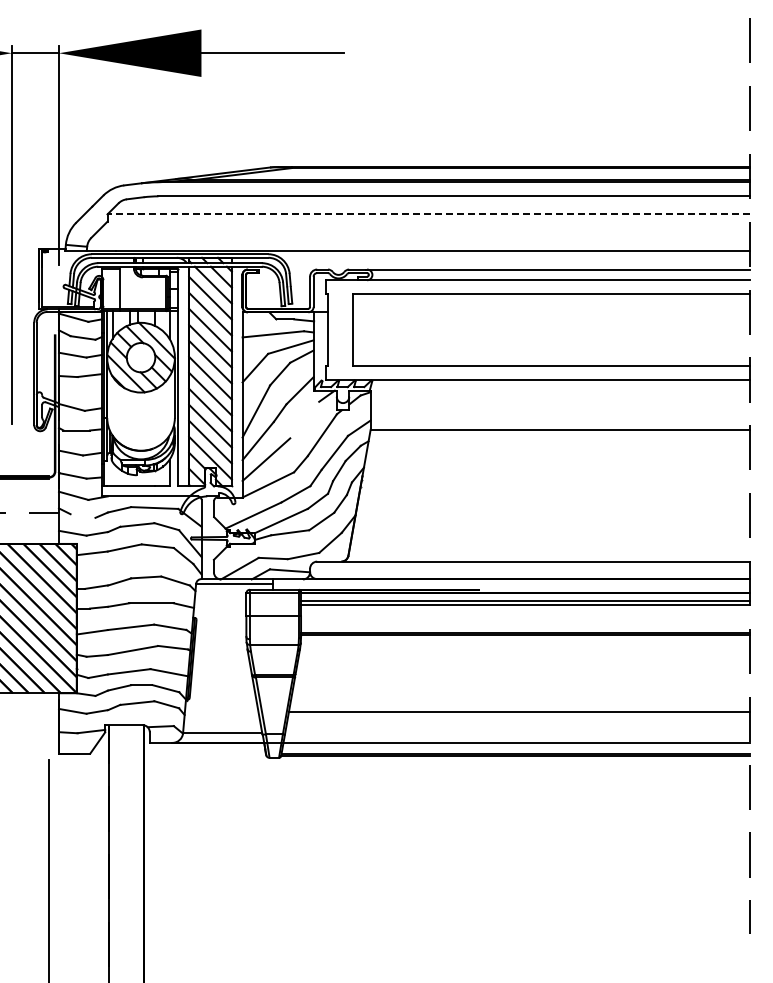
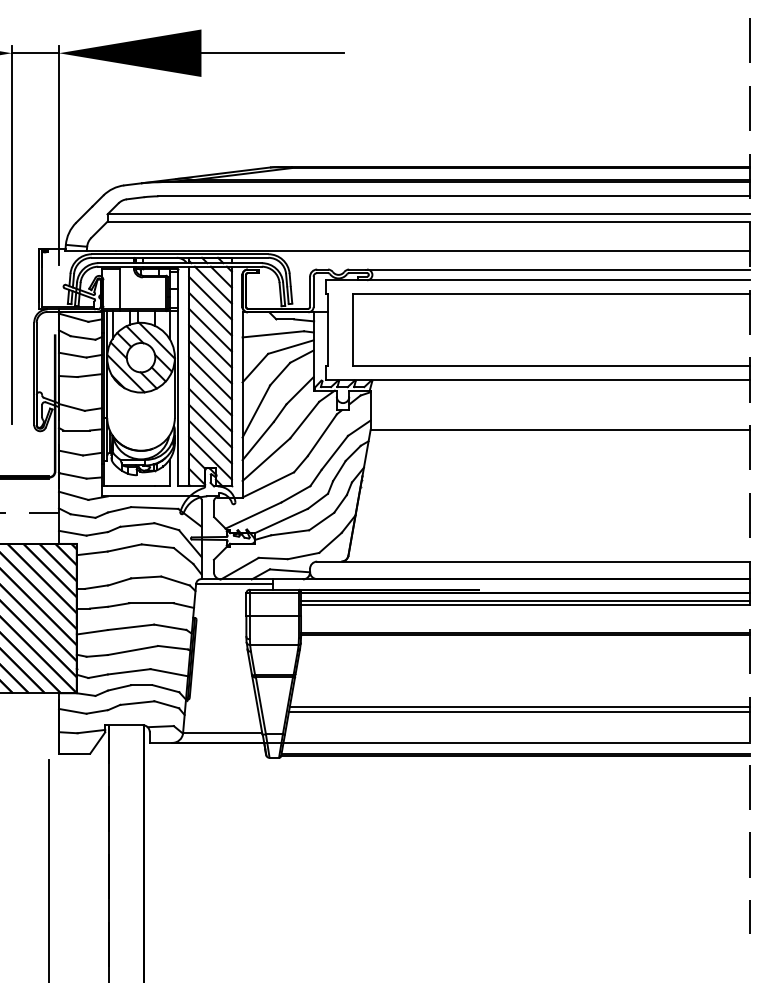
line at (428, 214): dashed -> solid
line at (428, 221): none -> present
line at (304, 419): none -> present
line at (82, 515): none -> present
line at (519, 706): none -> present
